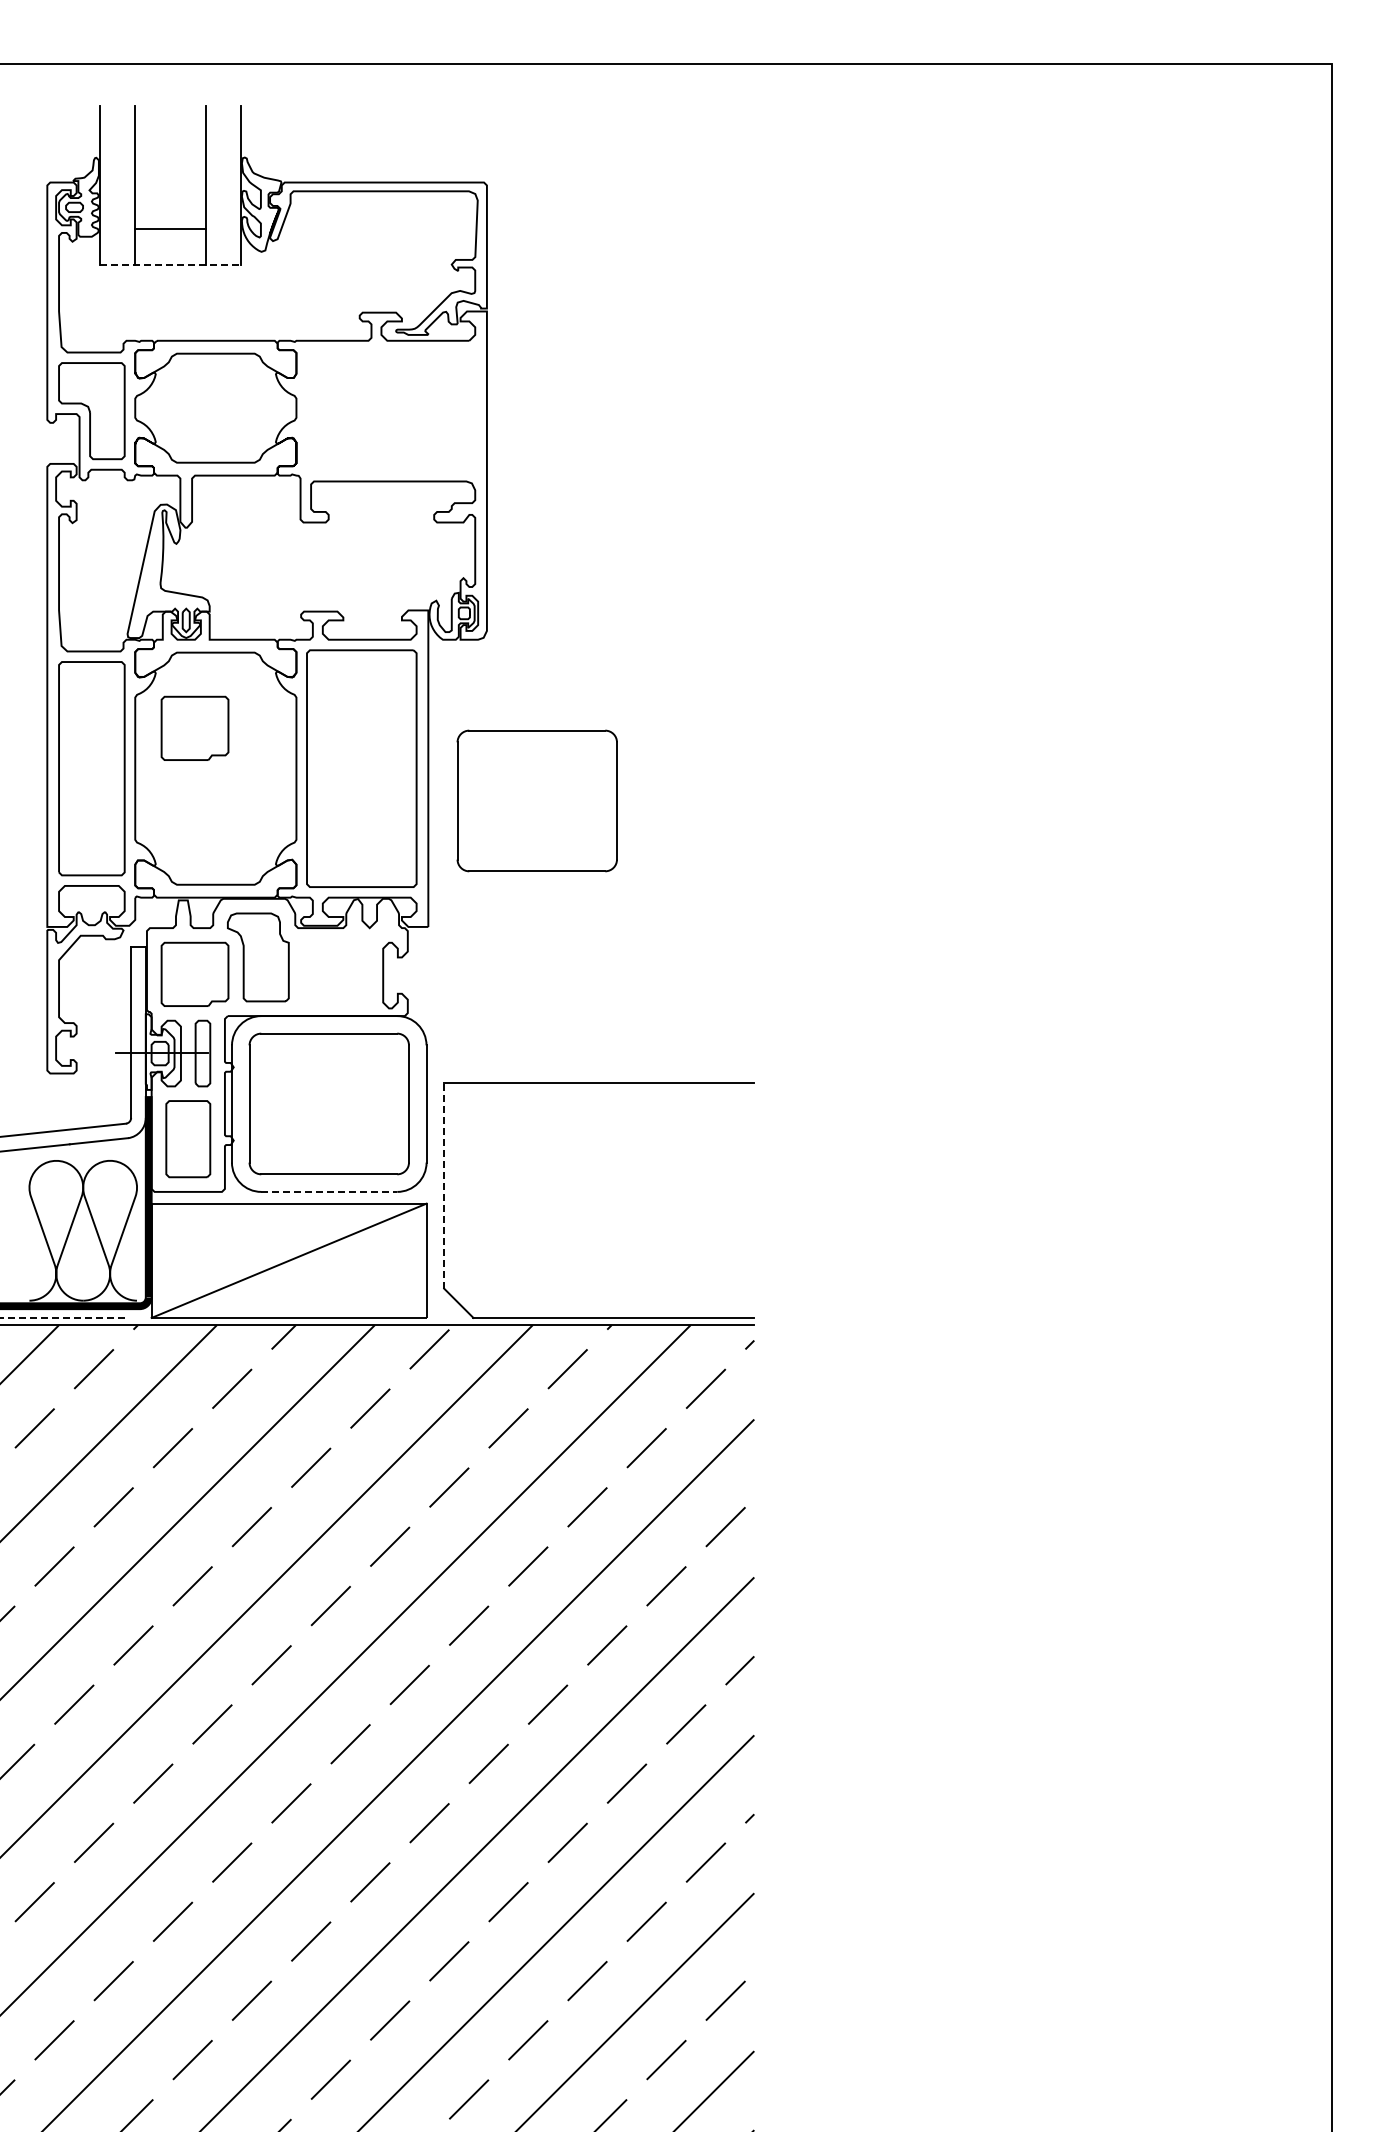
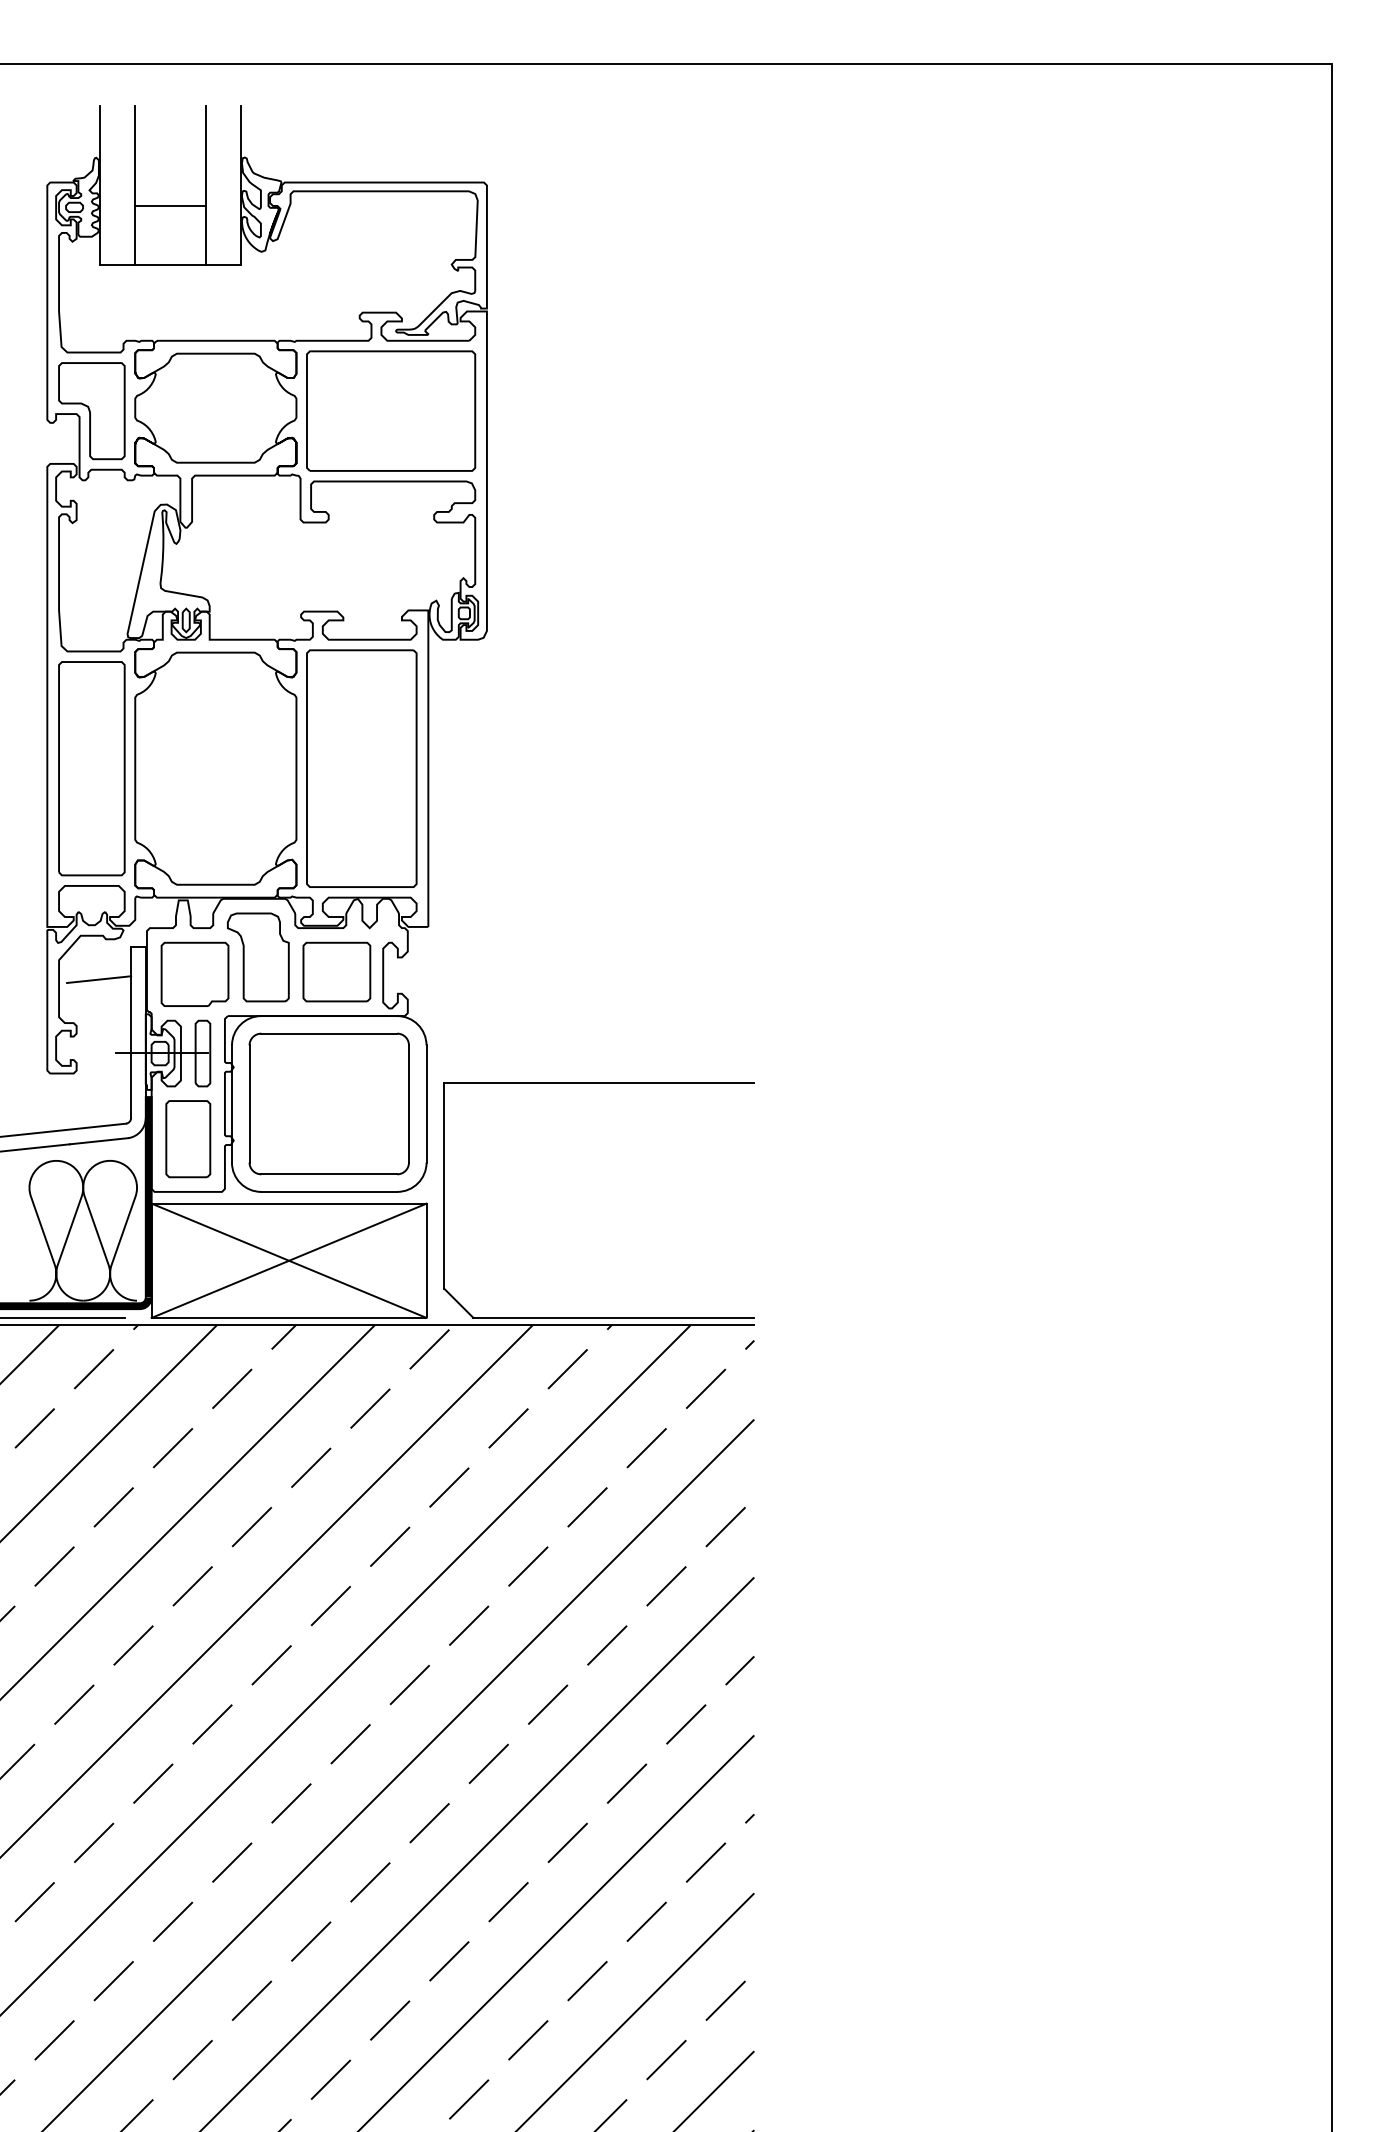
line at (170, 228) position: (170, 228) -> (170, 205)
line at (170, 264): dashed -> solid
part at (391, 410): none -> present
part at (194, 727): present -> none
part at (536, 800): present -> none
part at (336, 971): none -> present
line at (99, 979): none -> present
line at (444, 1186): dashed -> solid
line at (329, 1191): dashed -> solid
line at (288, 1260): none -> present
line at (62, 1317): dashed -> solid
